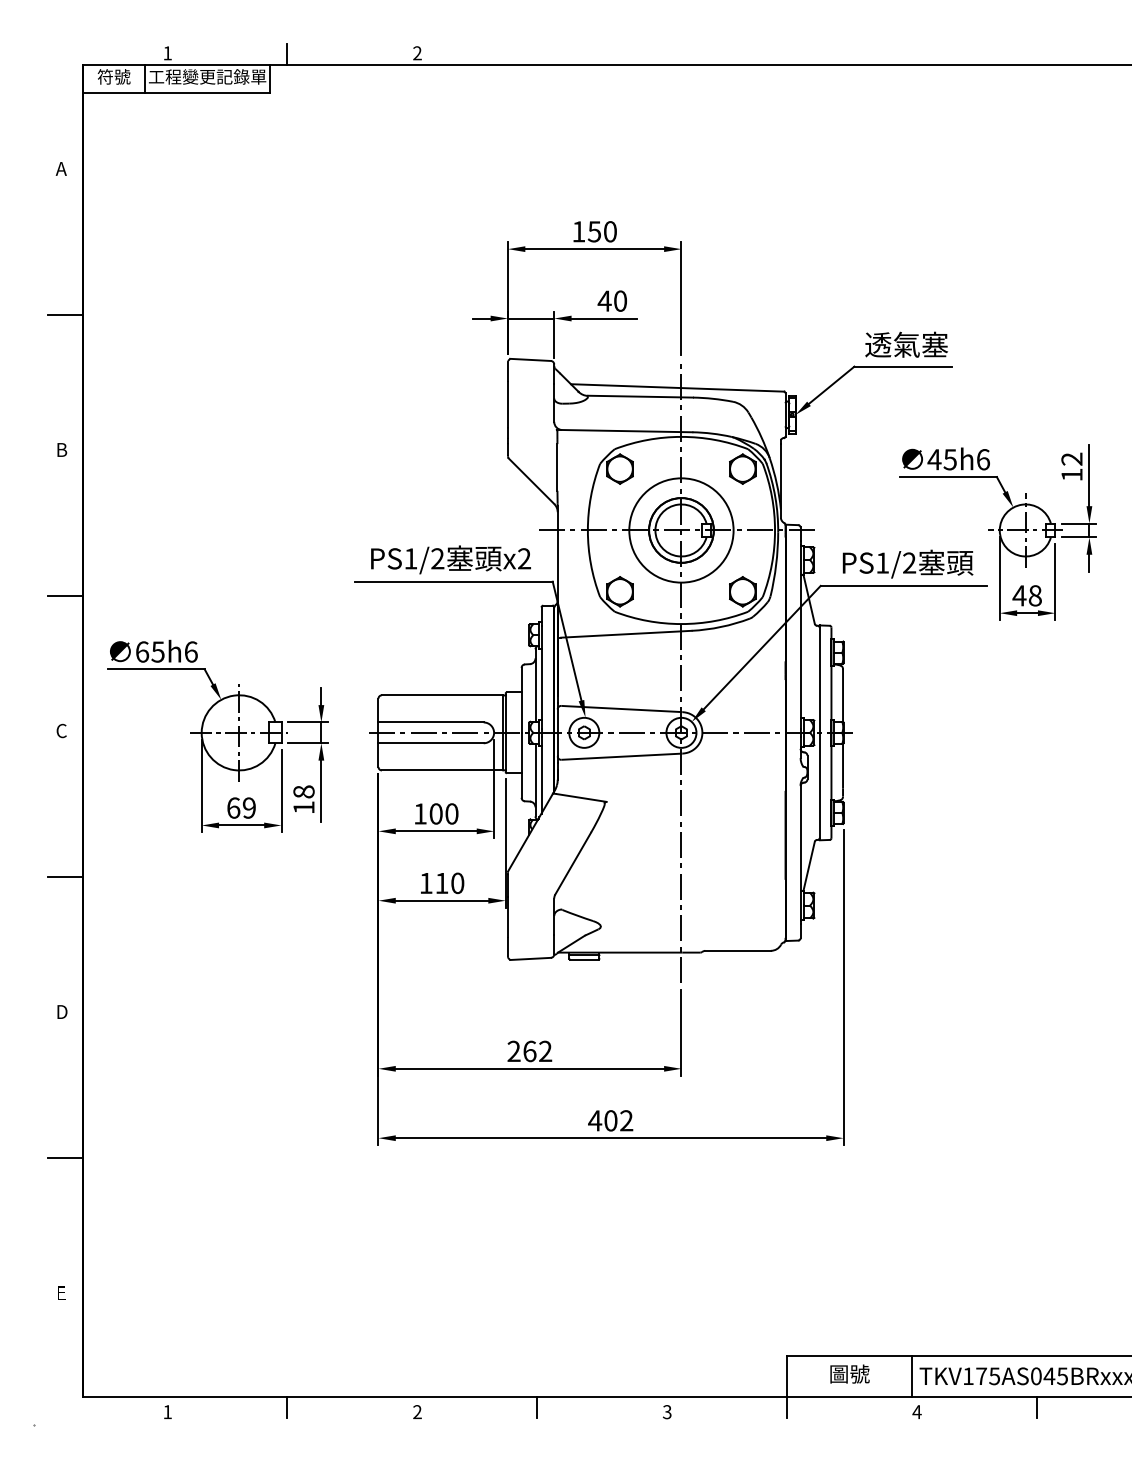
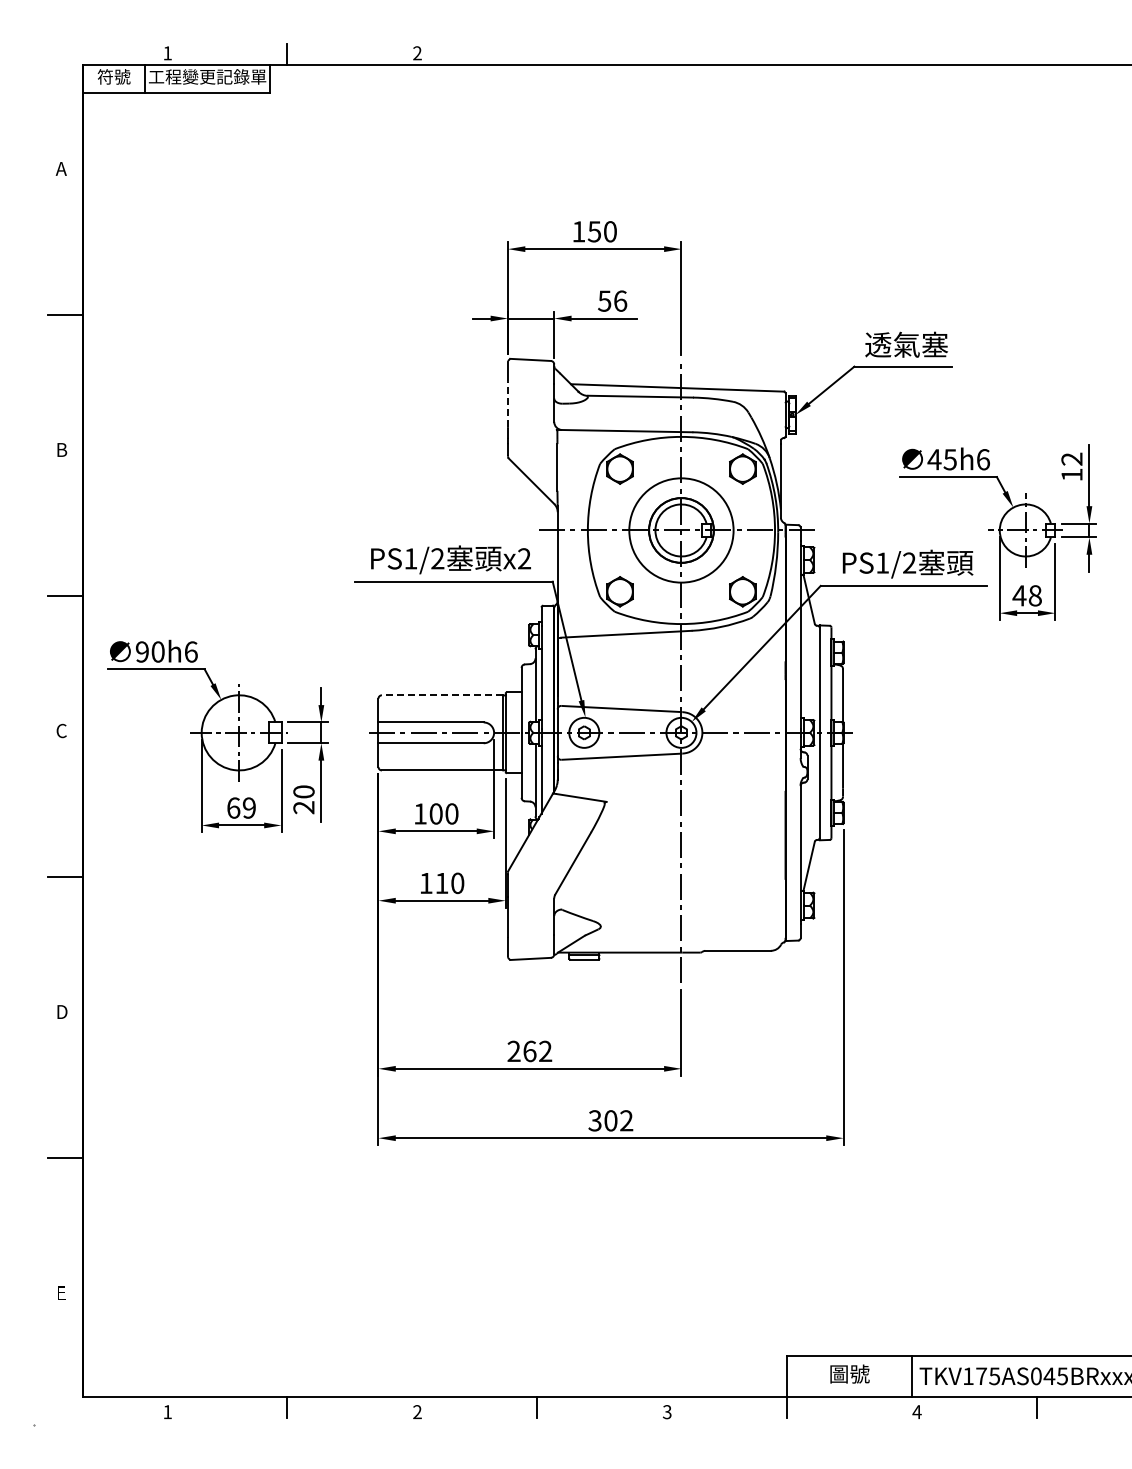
text at (612, 300): 40 -> 56
line at (507, 404): solid -> dashed
text at (149, 651): 65h6 -> 90h6
line at (442, 695): solid -> dashed
text at (303, 799): 18 -> 20
text at (595, 1120): 402 -> 302
